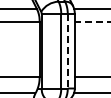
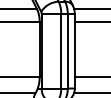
line at (92, 21): dashed -> solid
line at (67, 51): dashed -> solid
